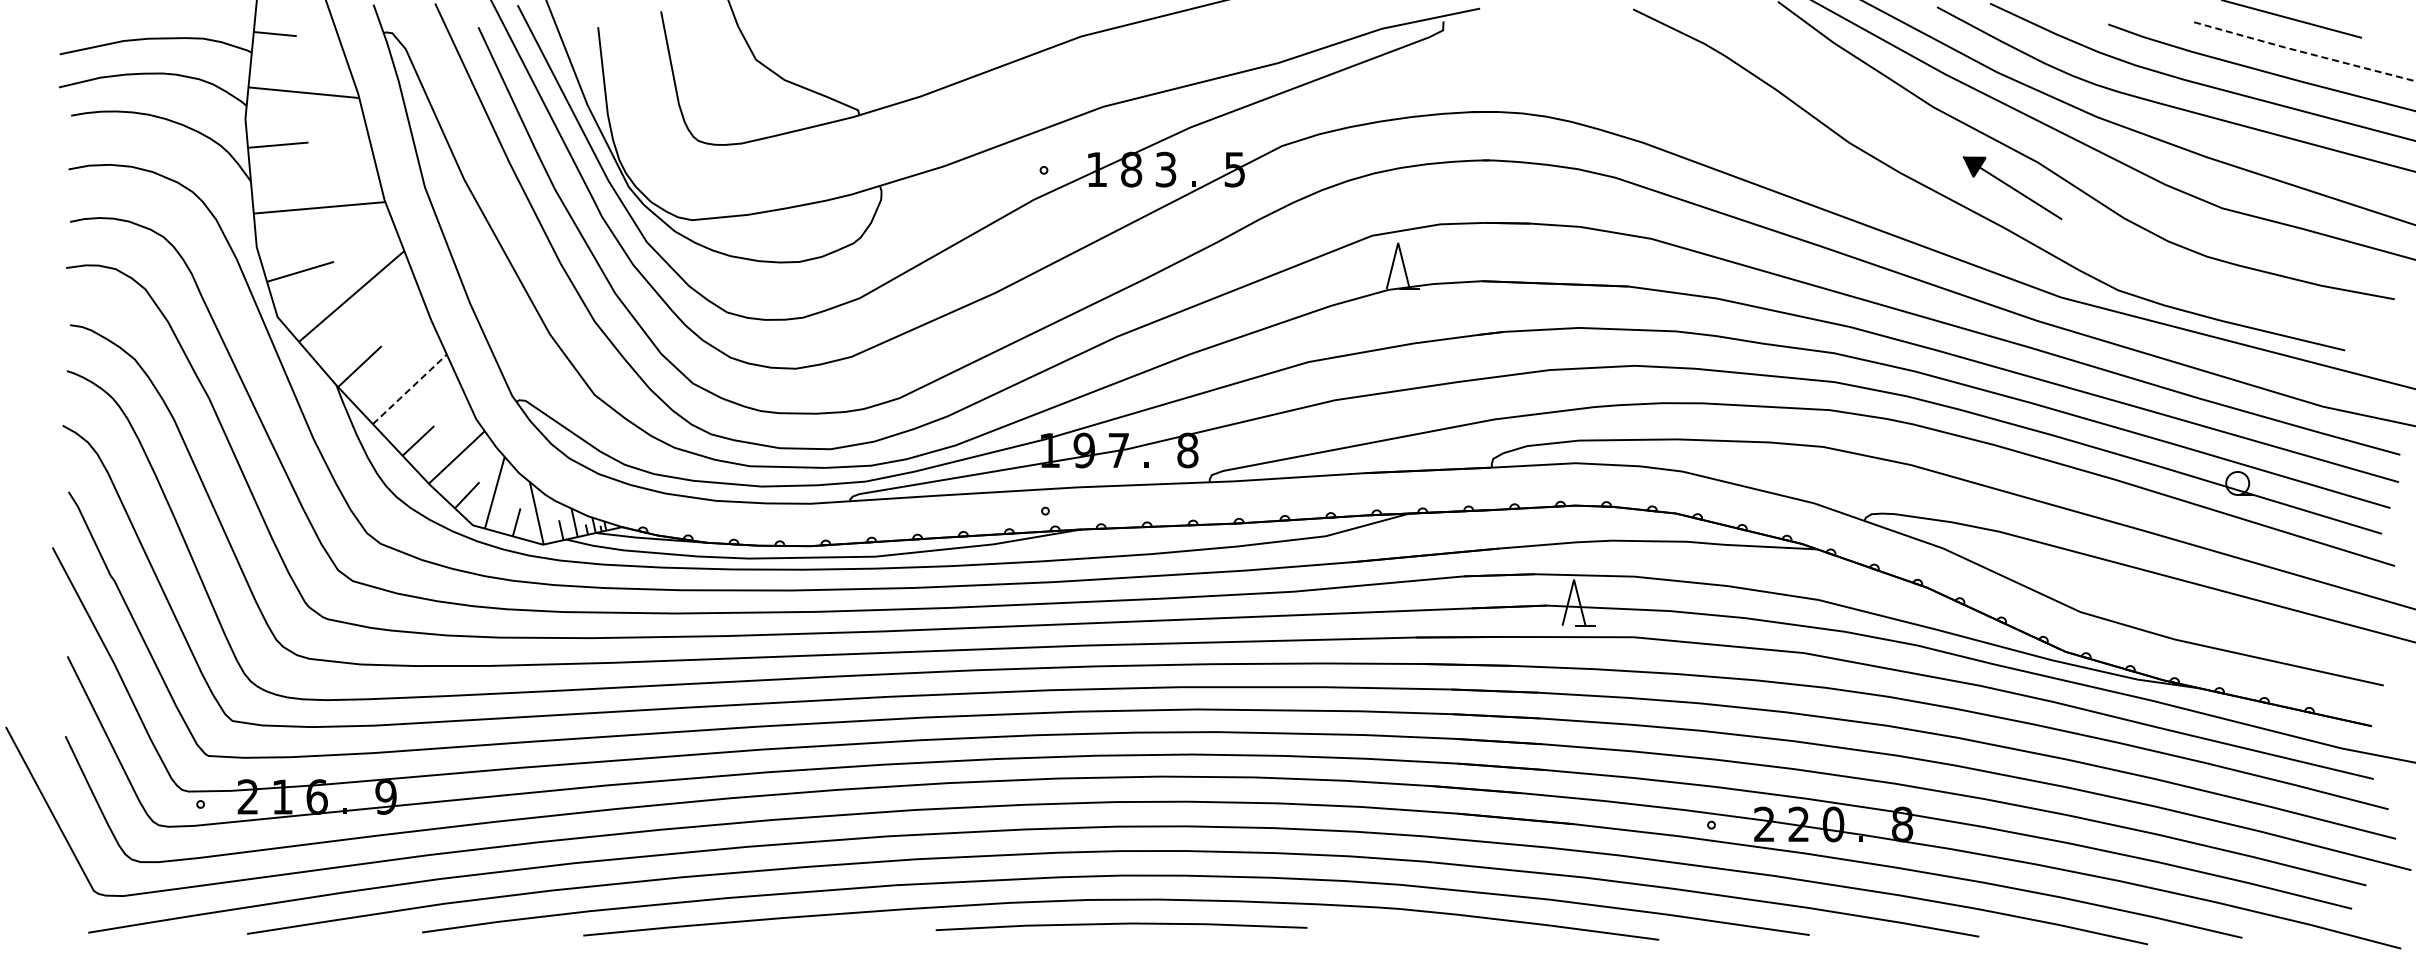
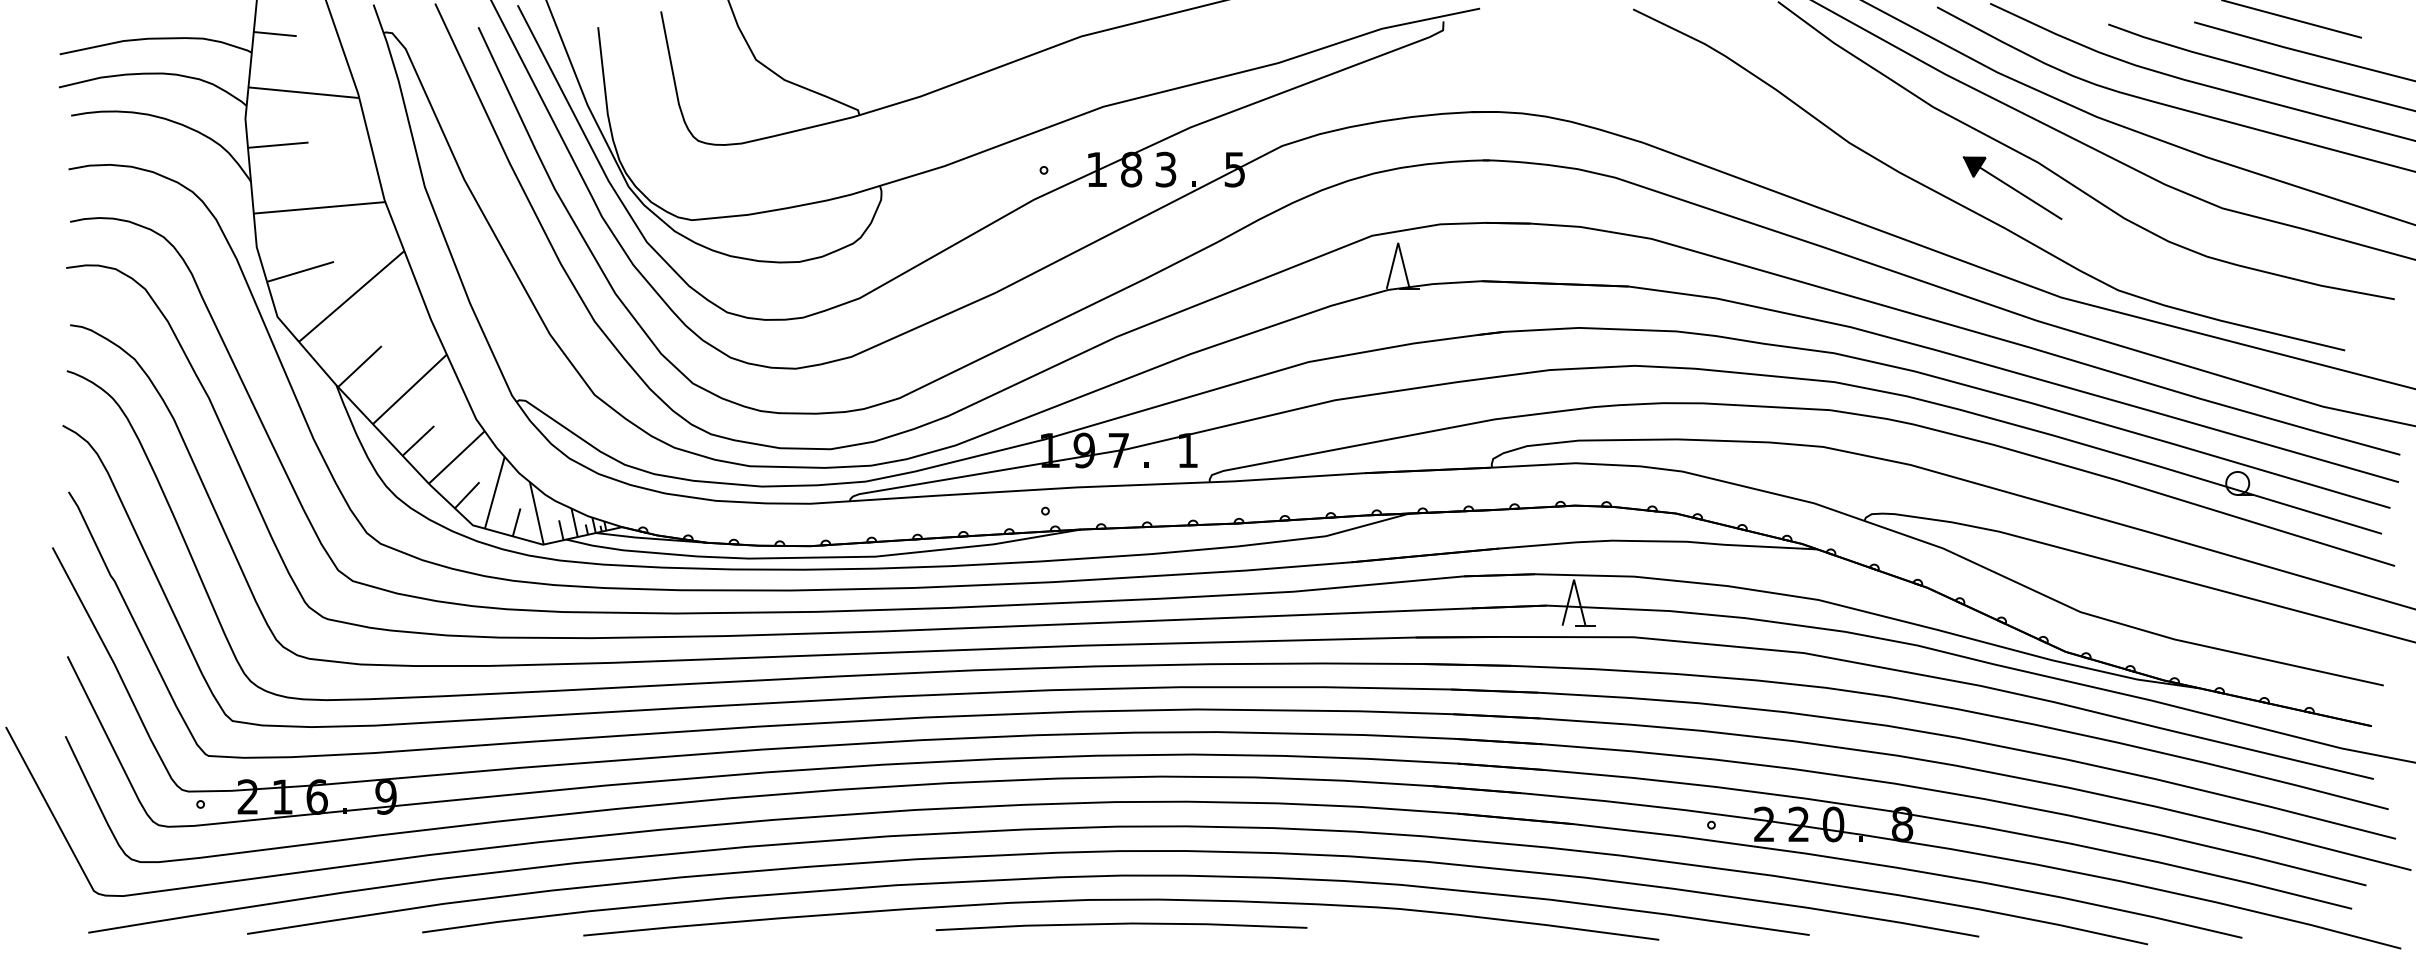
line at (2304, 52): dashed -> solid
line at (409, 389): dashed -> solid
text at (1187, 450): 8 -> 1
